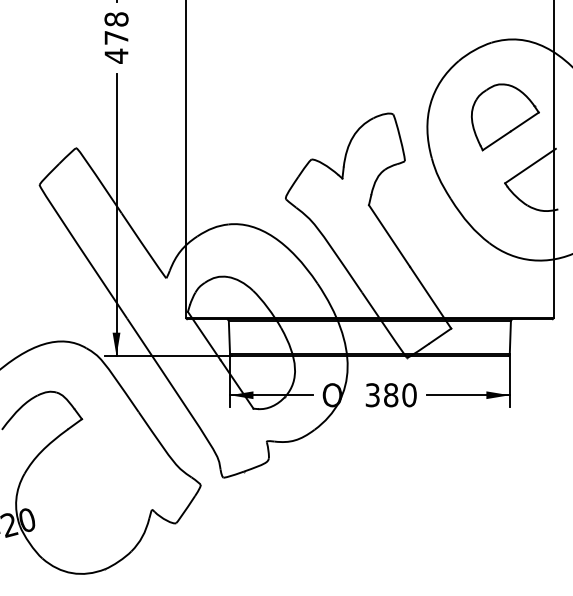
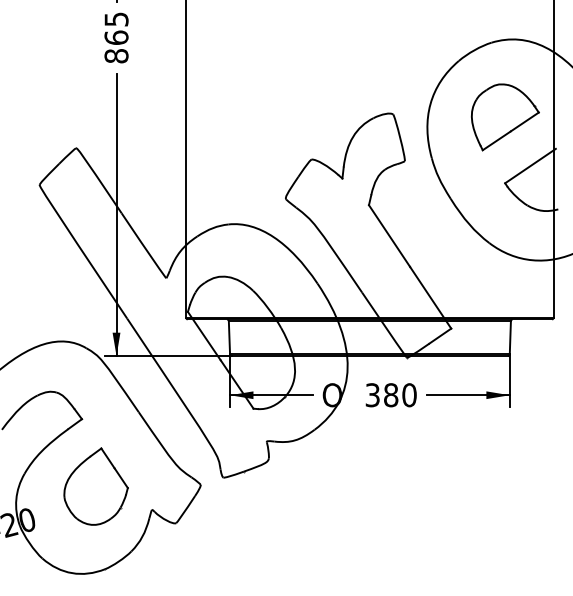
text at (116, 37): 478 -> 865
part at (95, 486): none -> present
